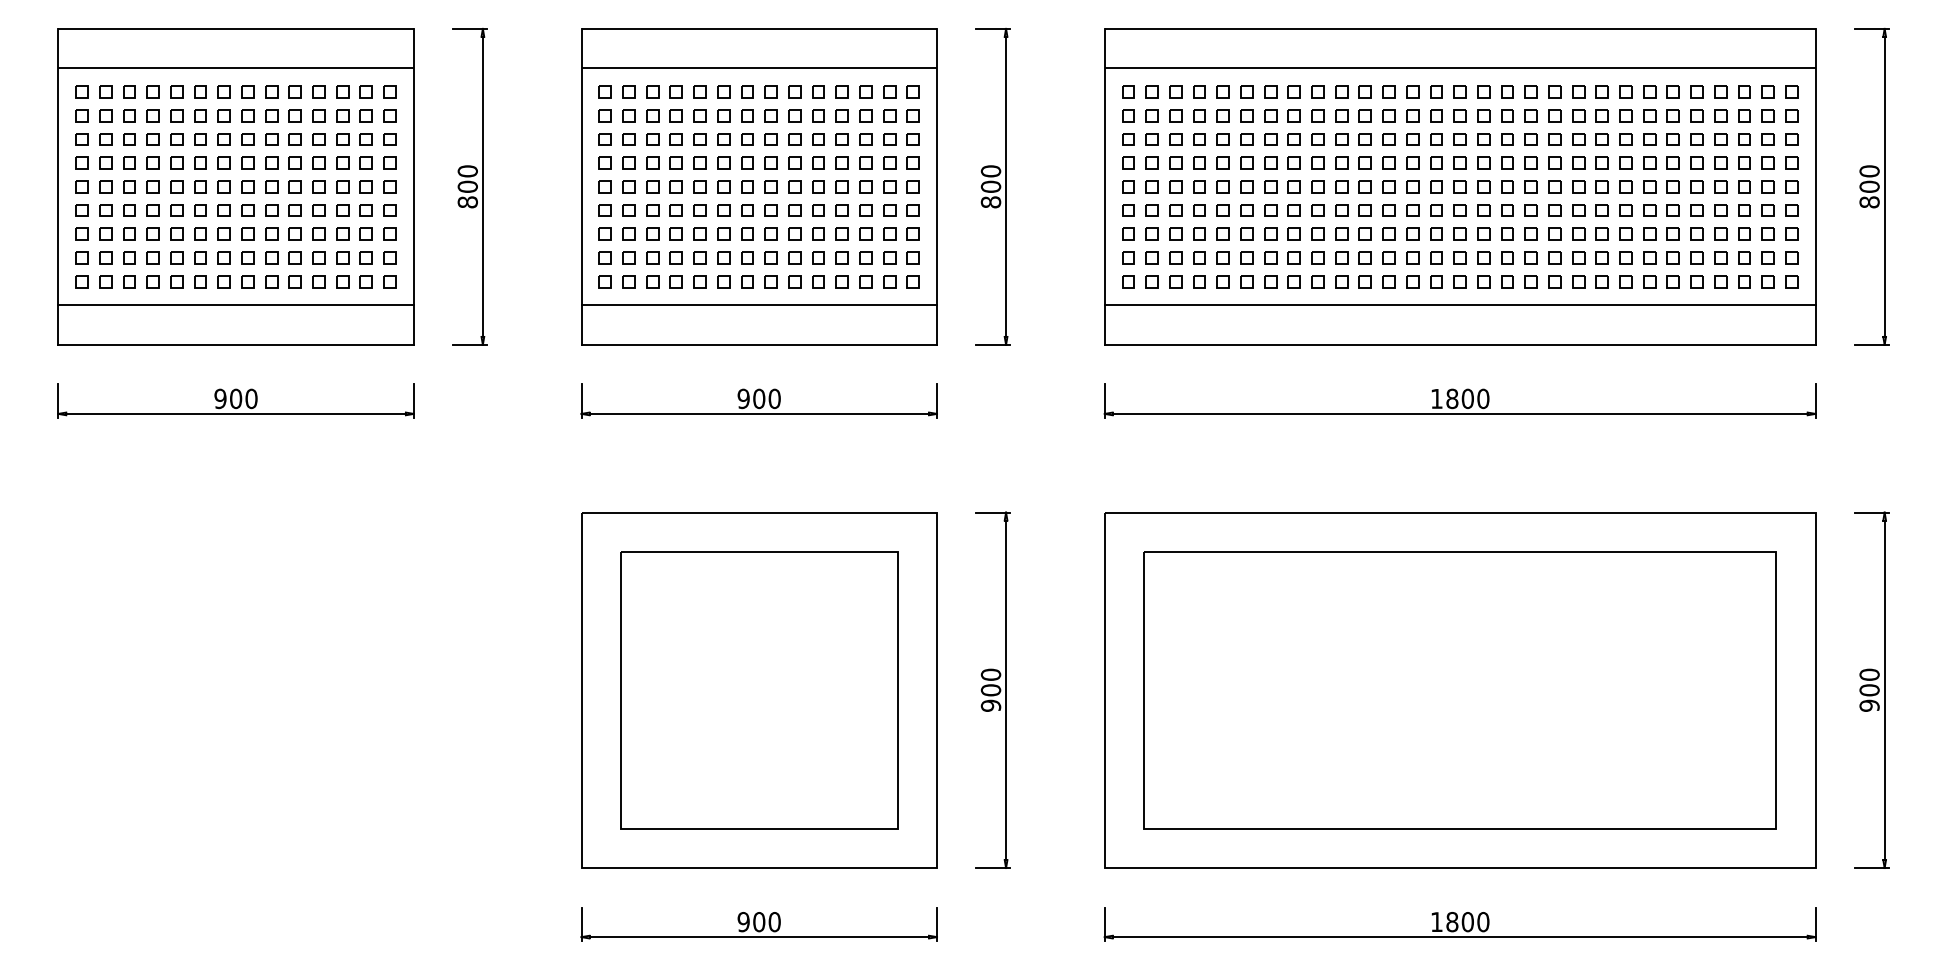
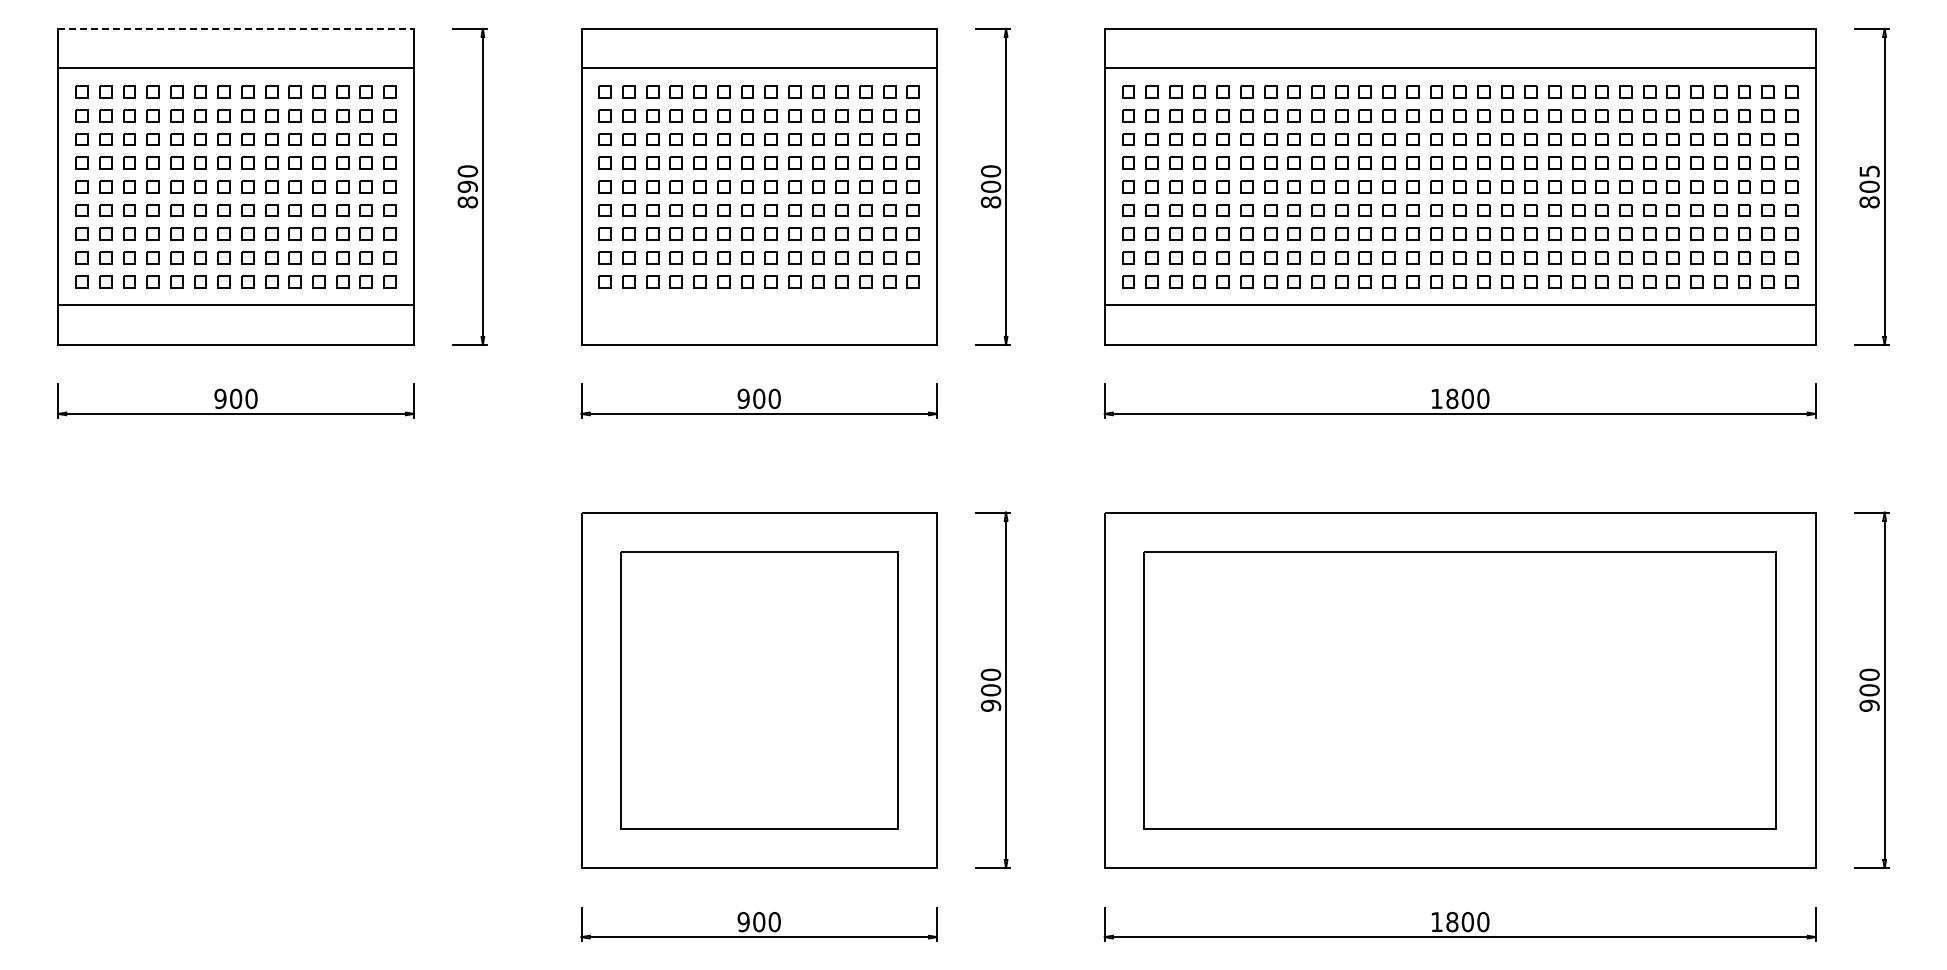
line at (236, 28): solid -> dashed
text at (1869, 171): 800 -> 805
text at (467, 186): 800 -> 890
line at (758, 305): present -> none
